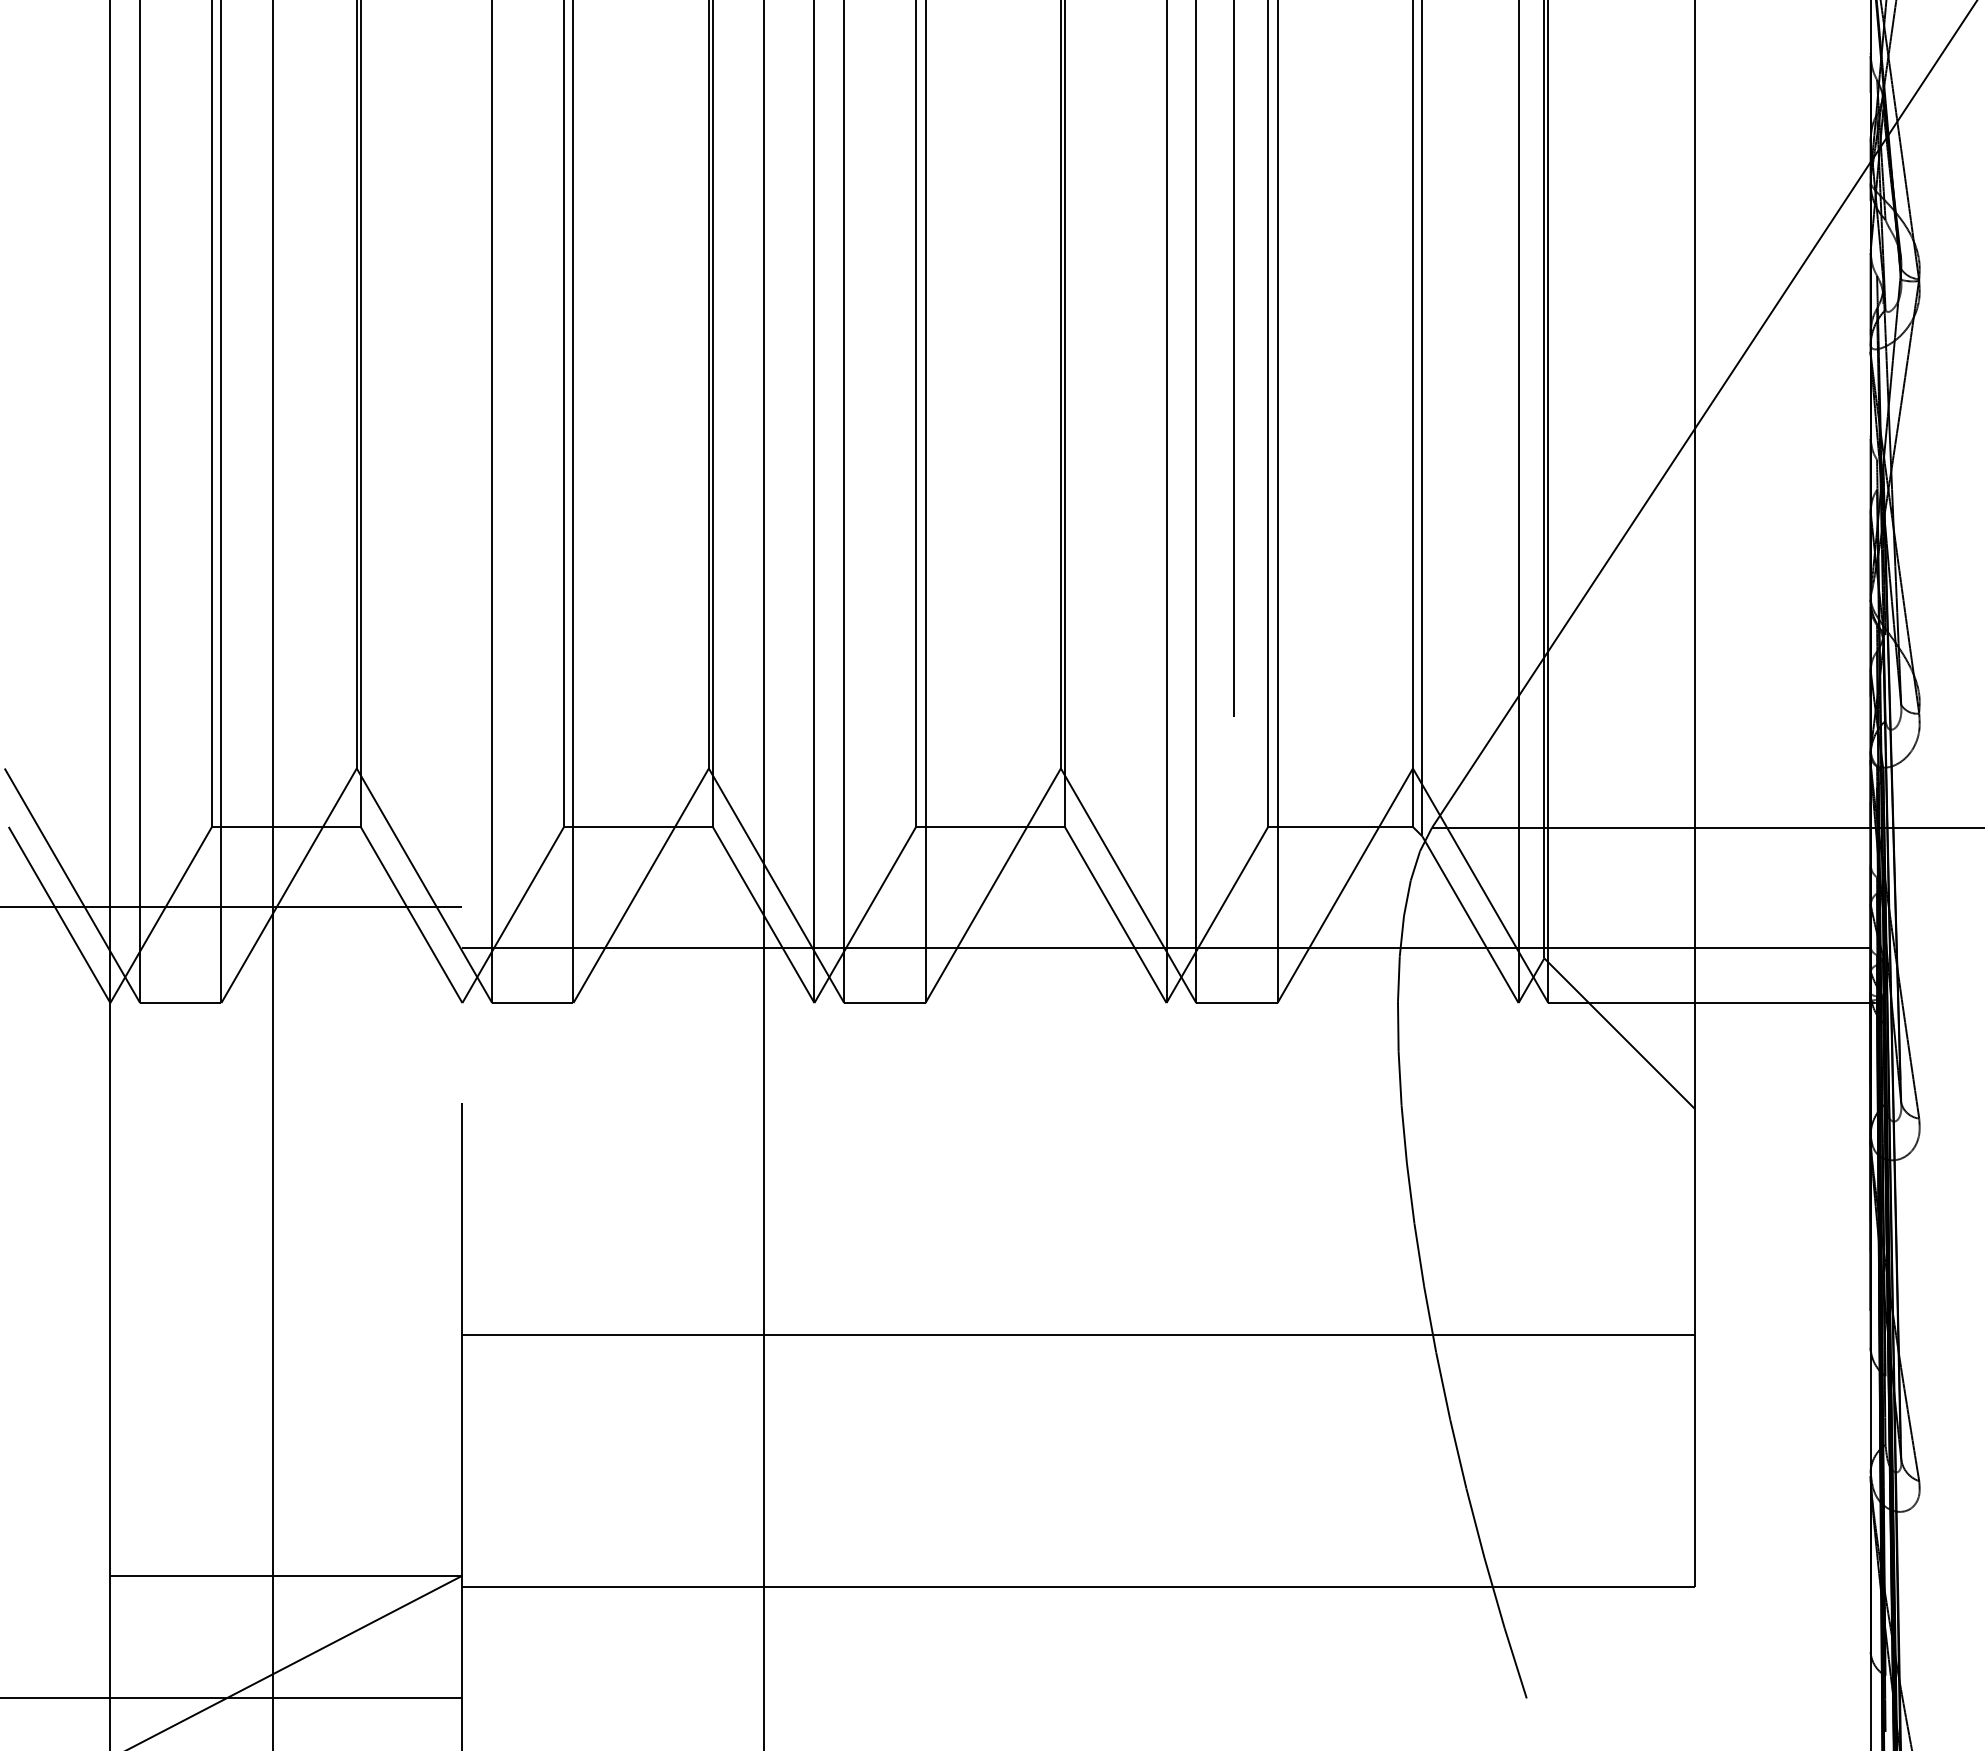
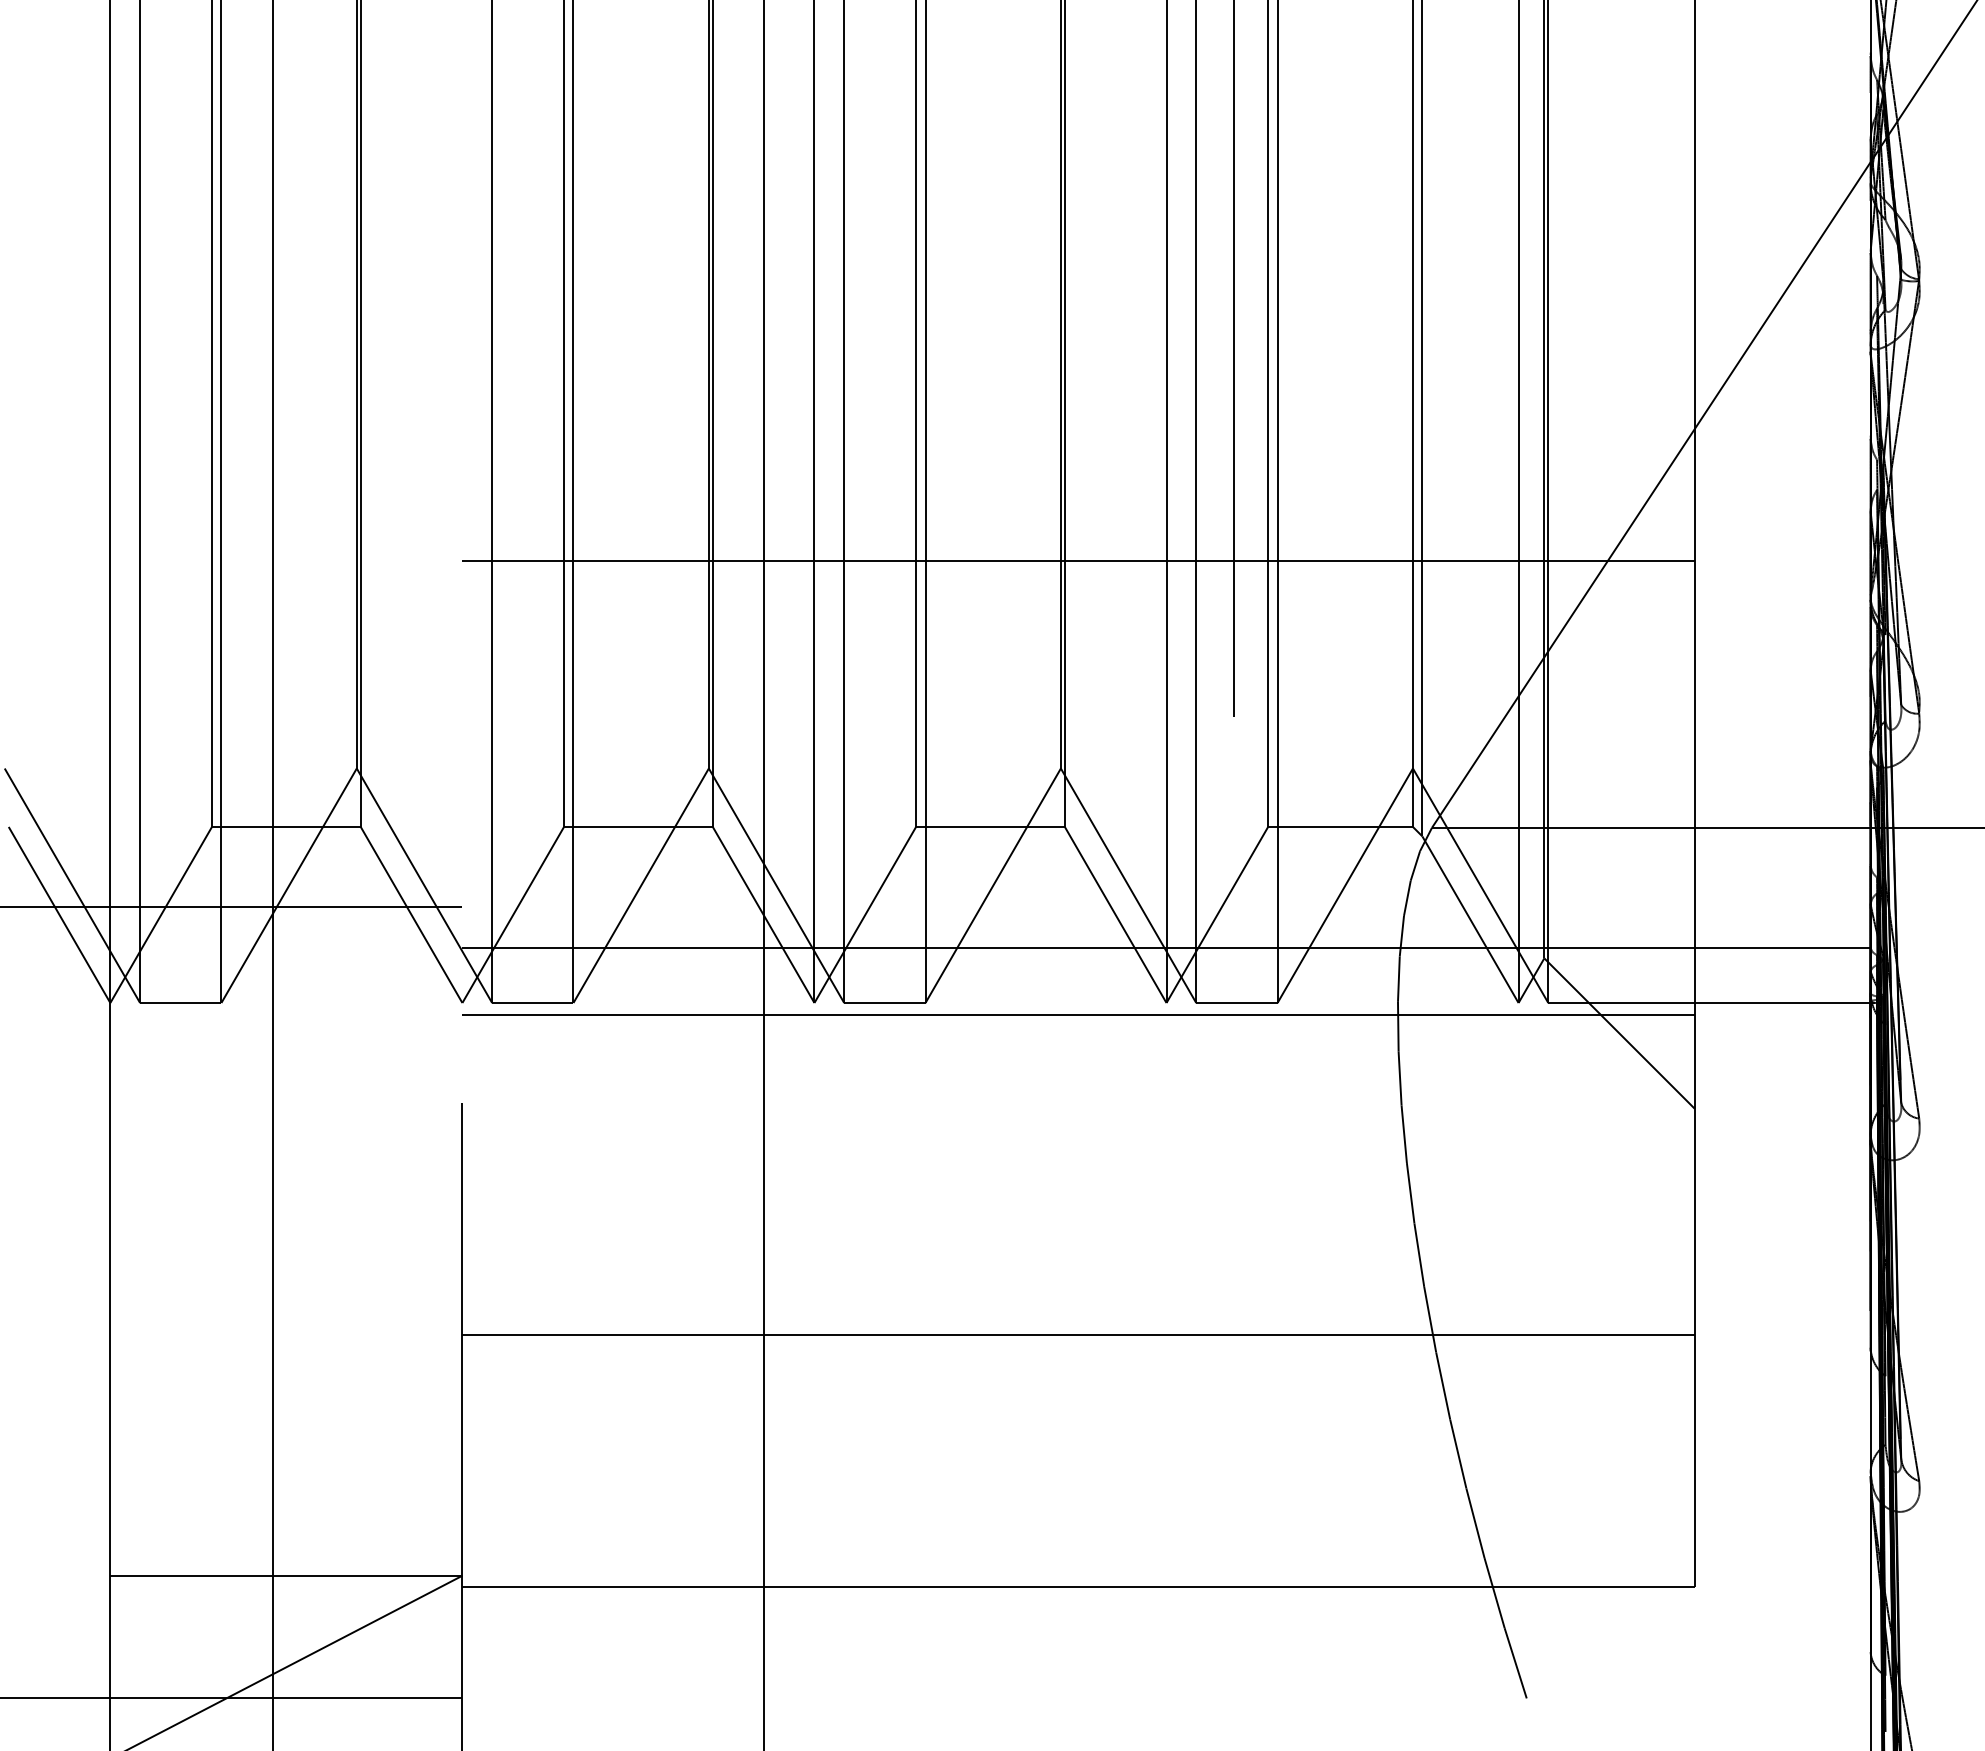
line at (1078, 561): none -> present
line at (1078, 1014): none -> present
